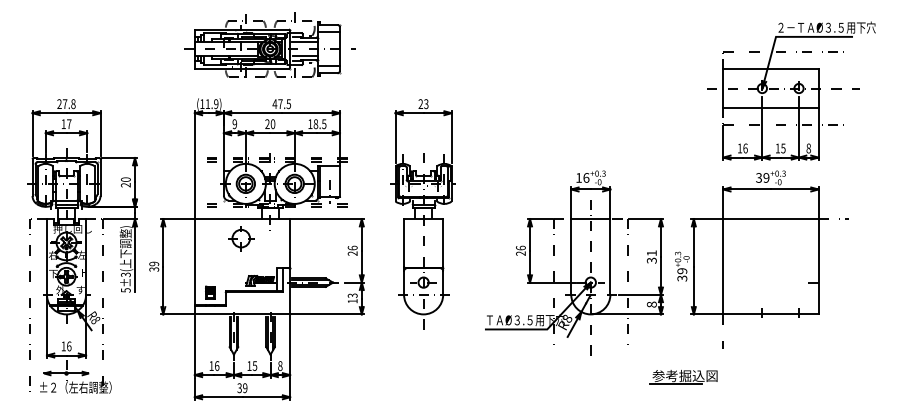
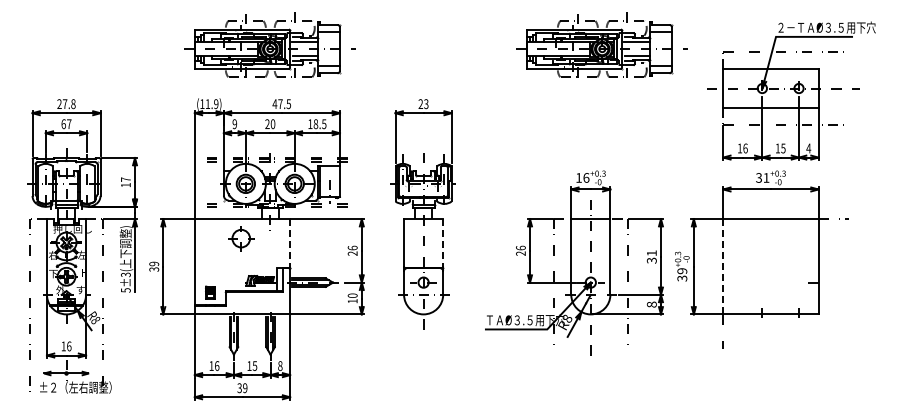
part at (601, 44): none -> present
text at (63, 123): 17 -> 67
text at (808, 148): 8 -> 4
text at (766, 177): 39 -> 31
text at (125, 182): 20 -> 17
line at (290, 242): solid -> dashed
line at (443, 242): solid -> dashed
line at (723, 266): solid -> dashed
text at (352, 295): 13 -> 10
part at (683, 377): present -> none
